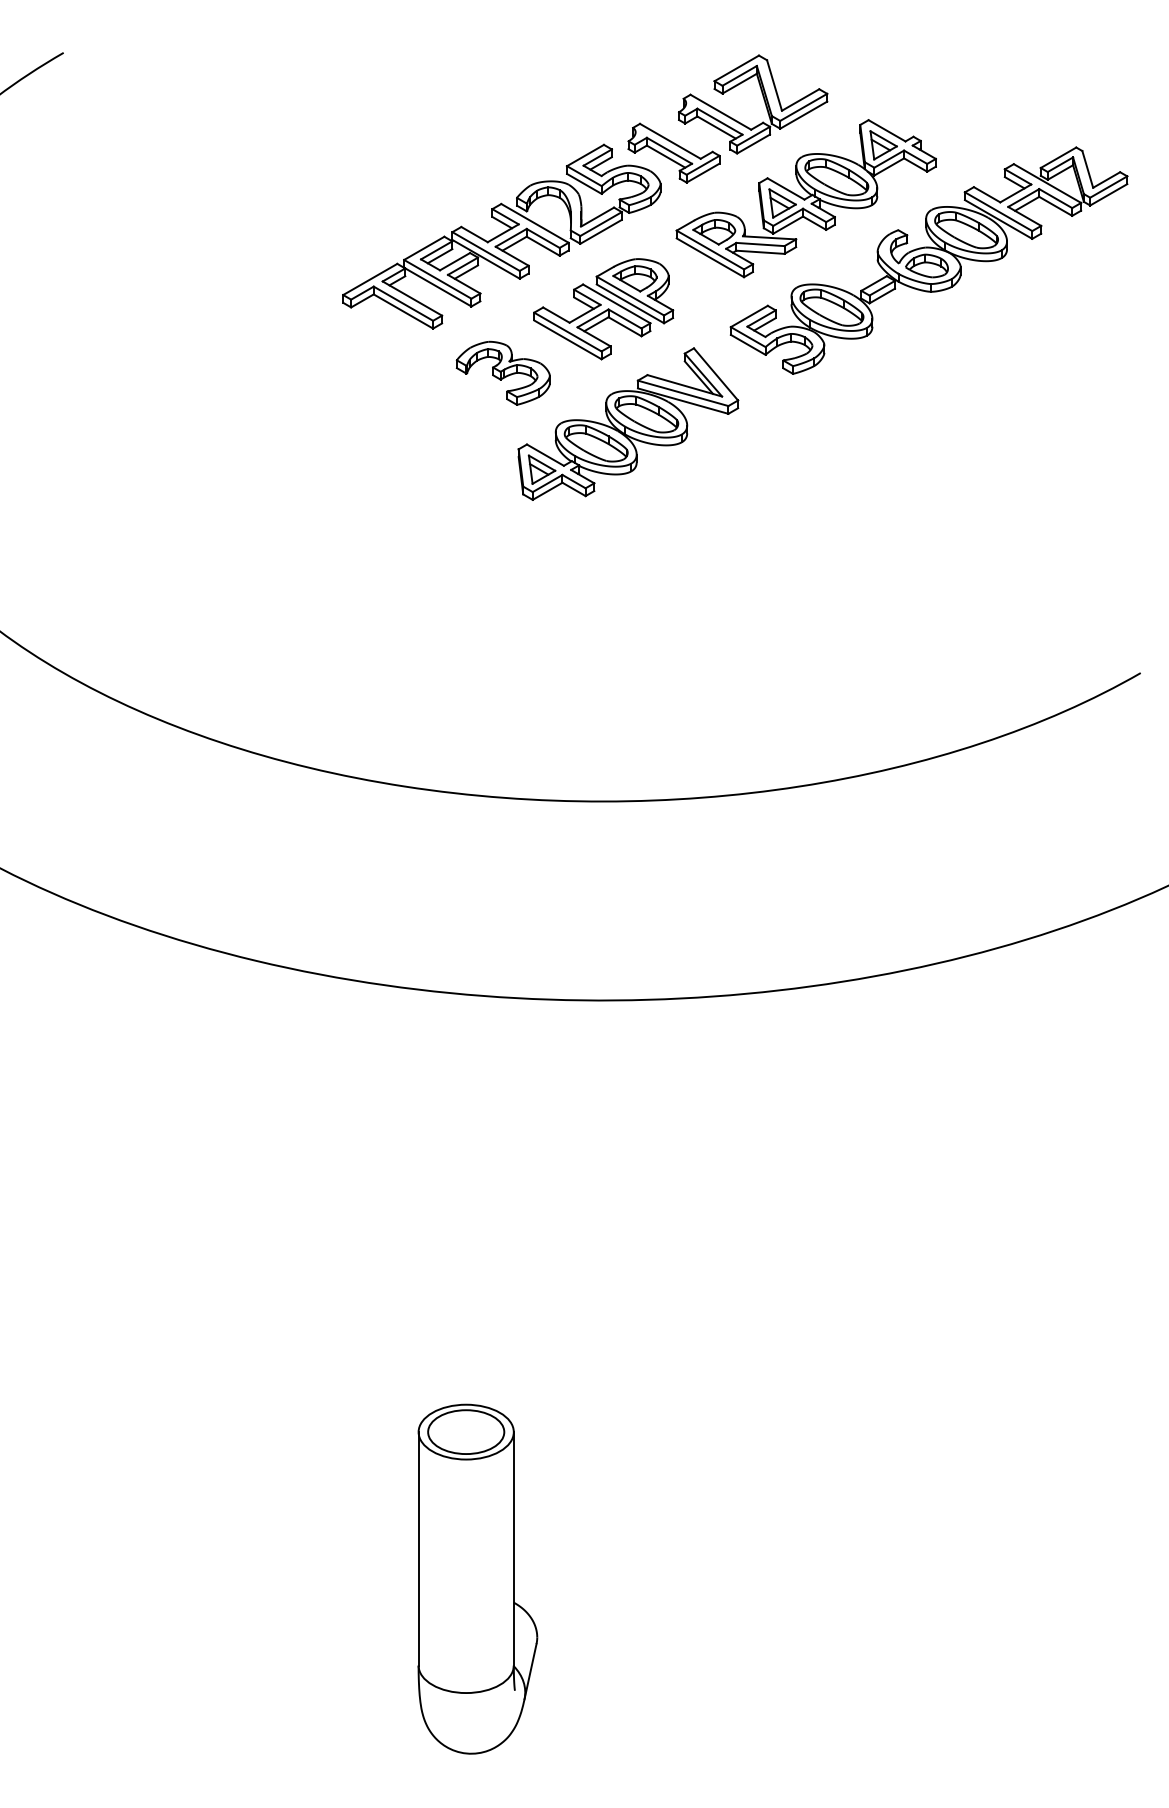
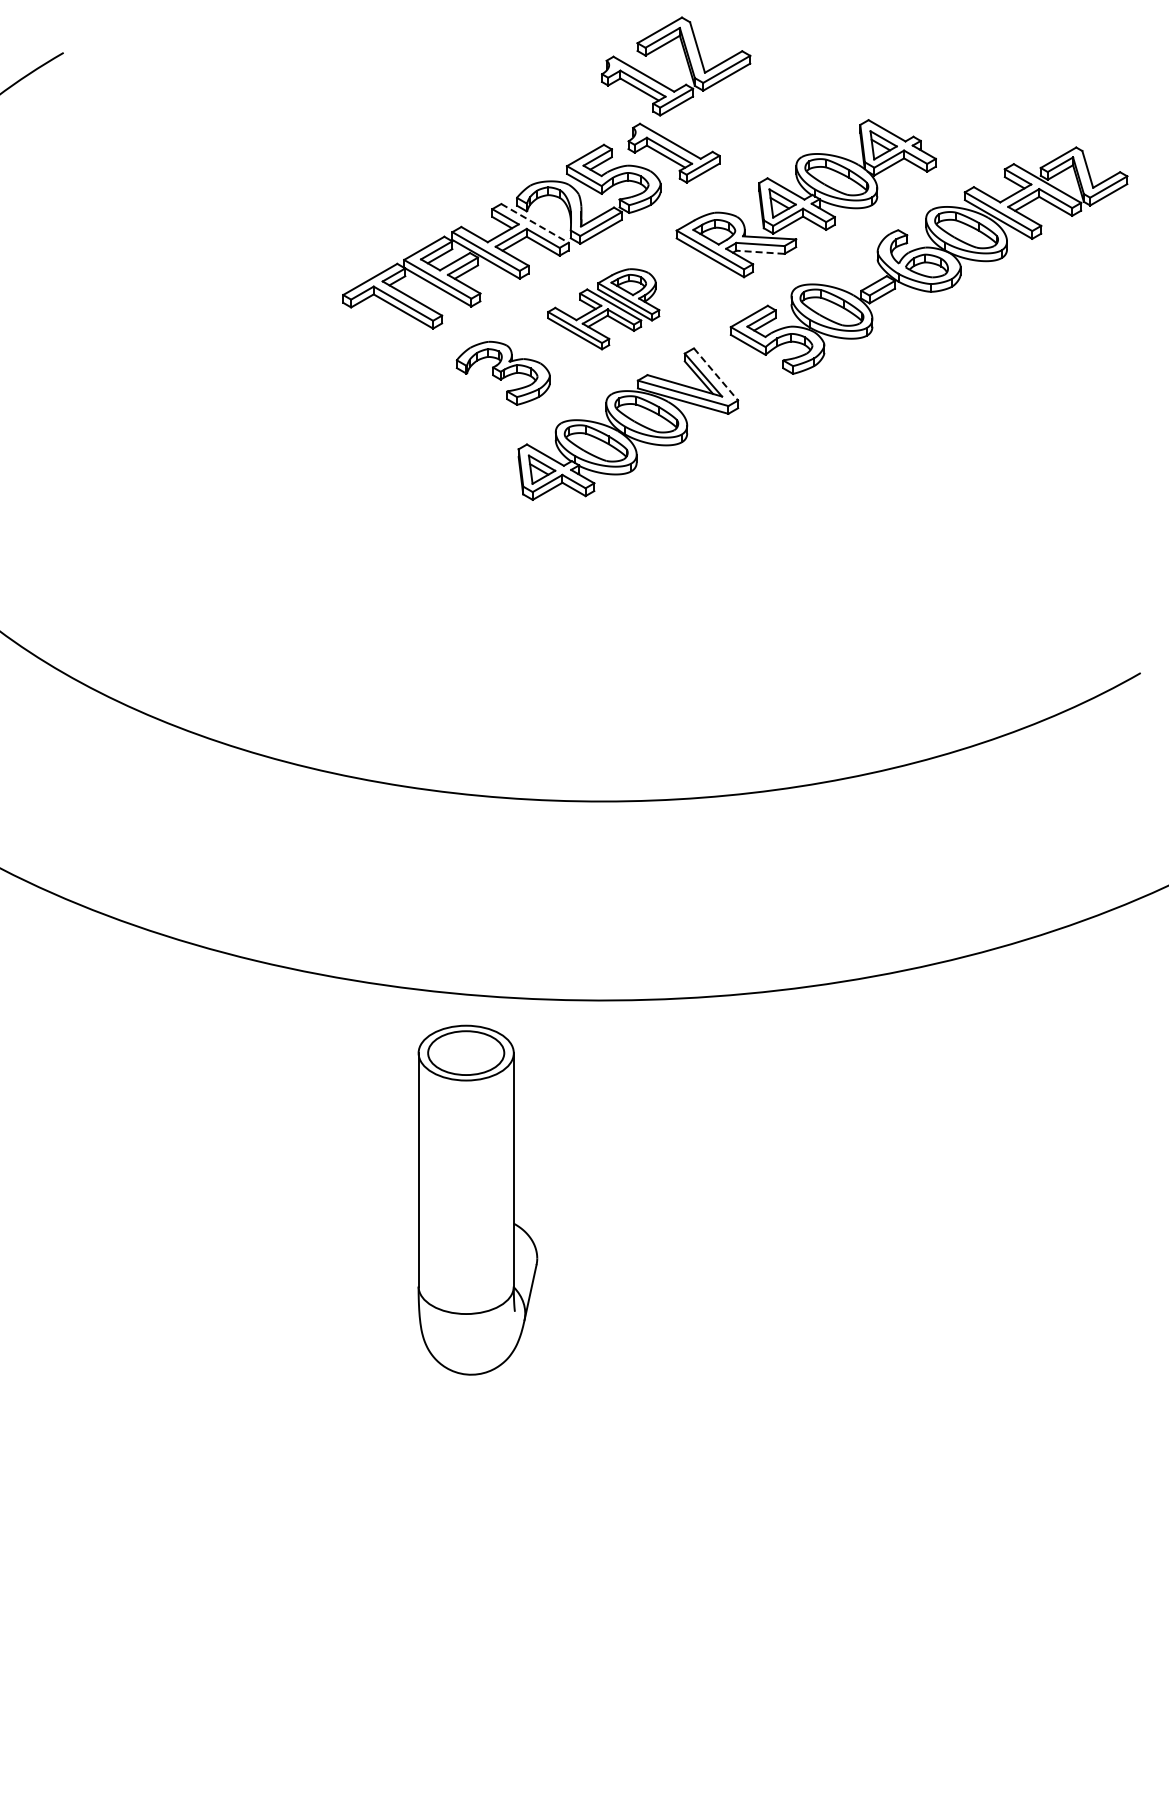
part at (763, 100) position: (763, 100) -> (686, 62)
line at (534, 223): solid -> dashed
line at (760, 252): solid -> dashed
part at (603, 309) size: 142x103 px -> 114x83 px
line at (716, 374): solid -> dashed
part at (477, 1578) position: (477, 1578) -> (477, 1199)
